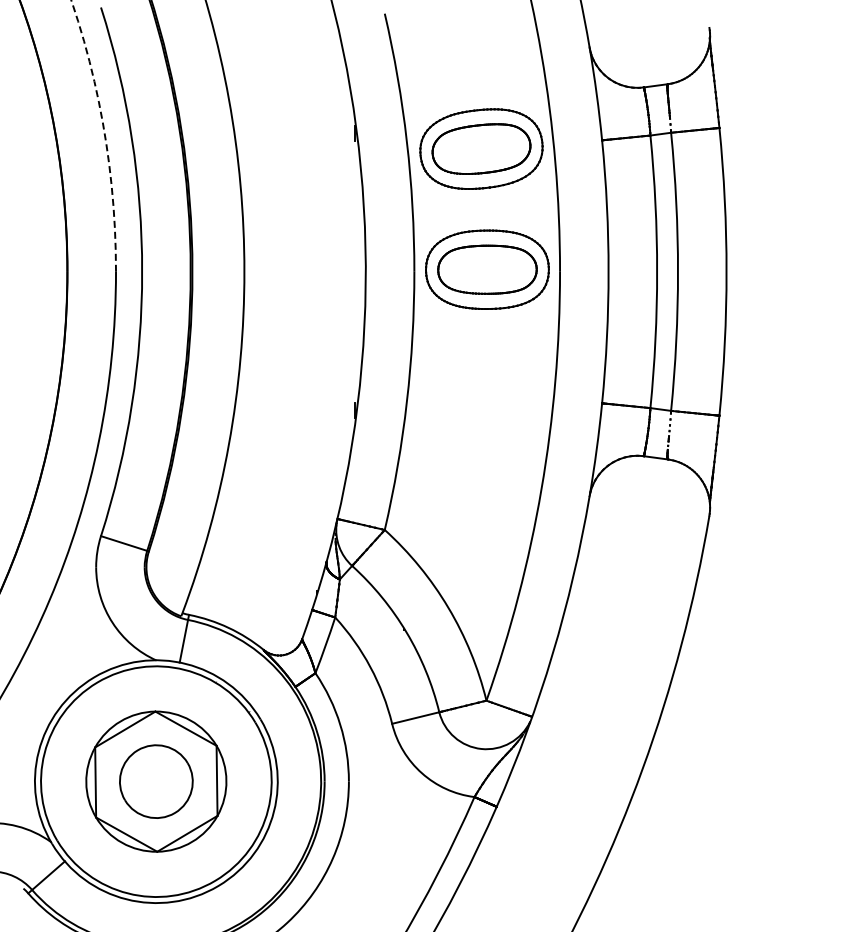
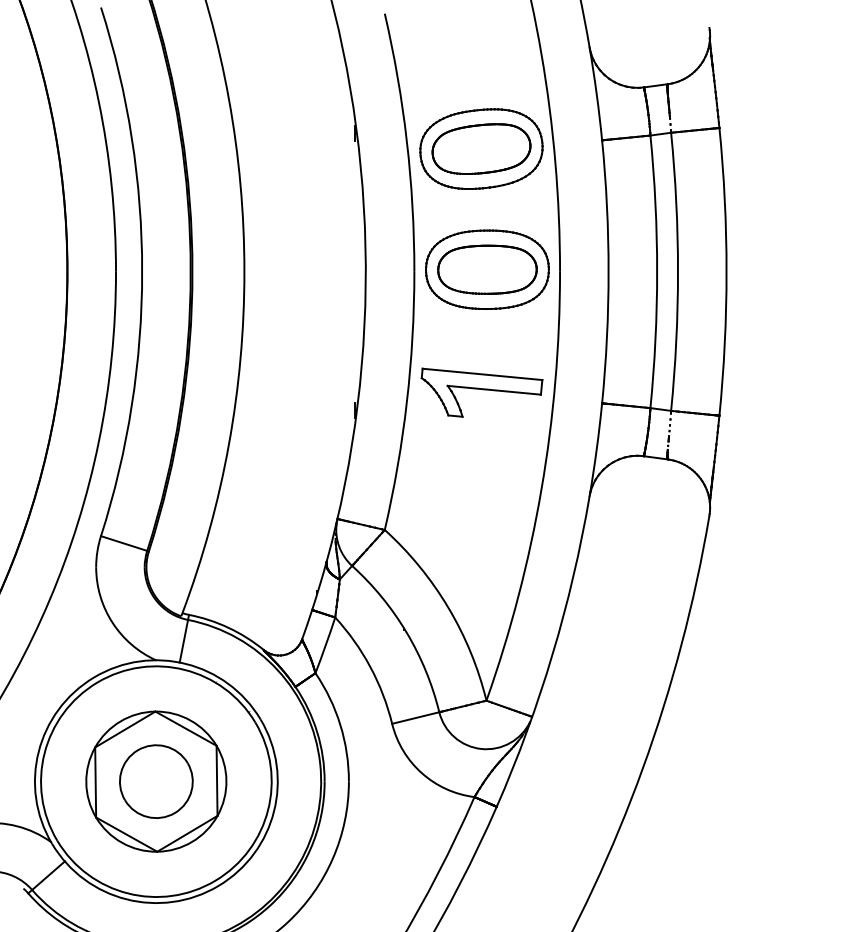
arc at (104, 134): dashed -> solid
part at (481, 392): none -> present
